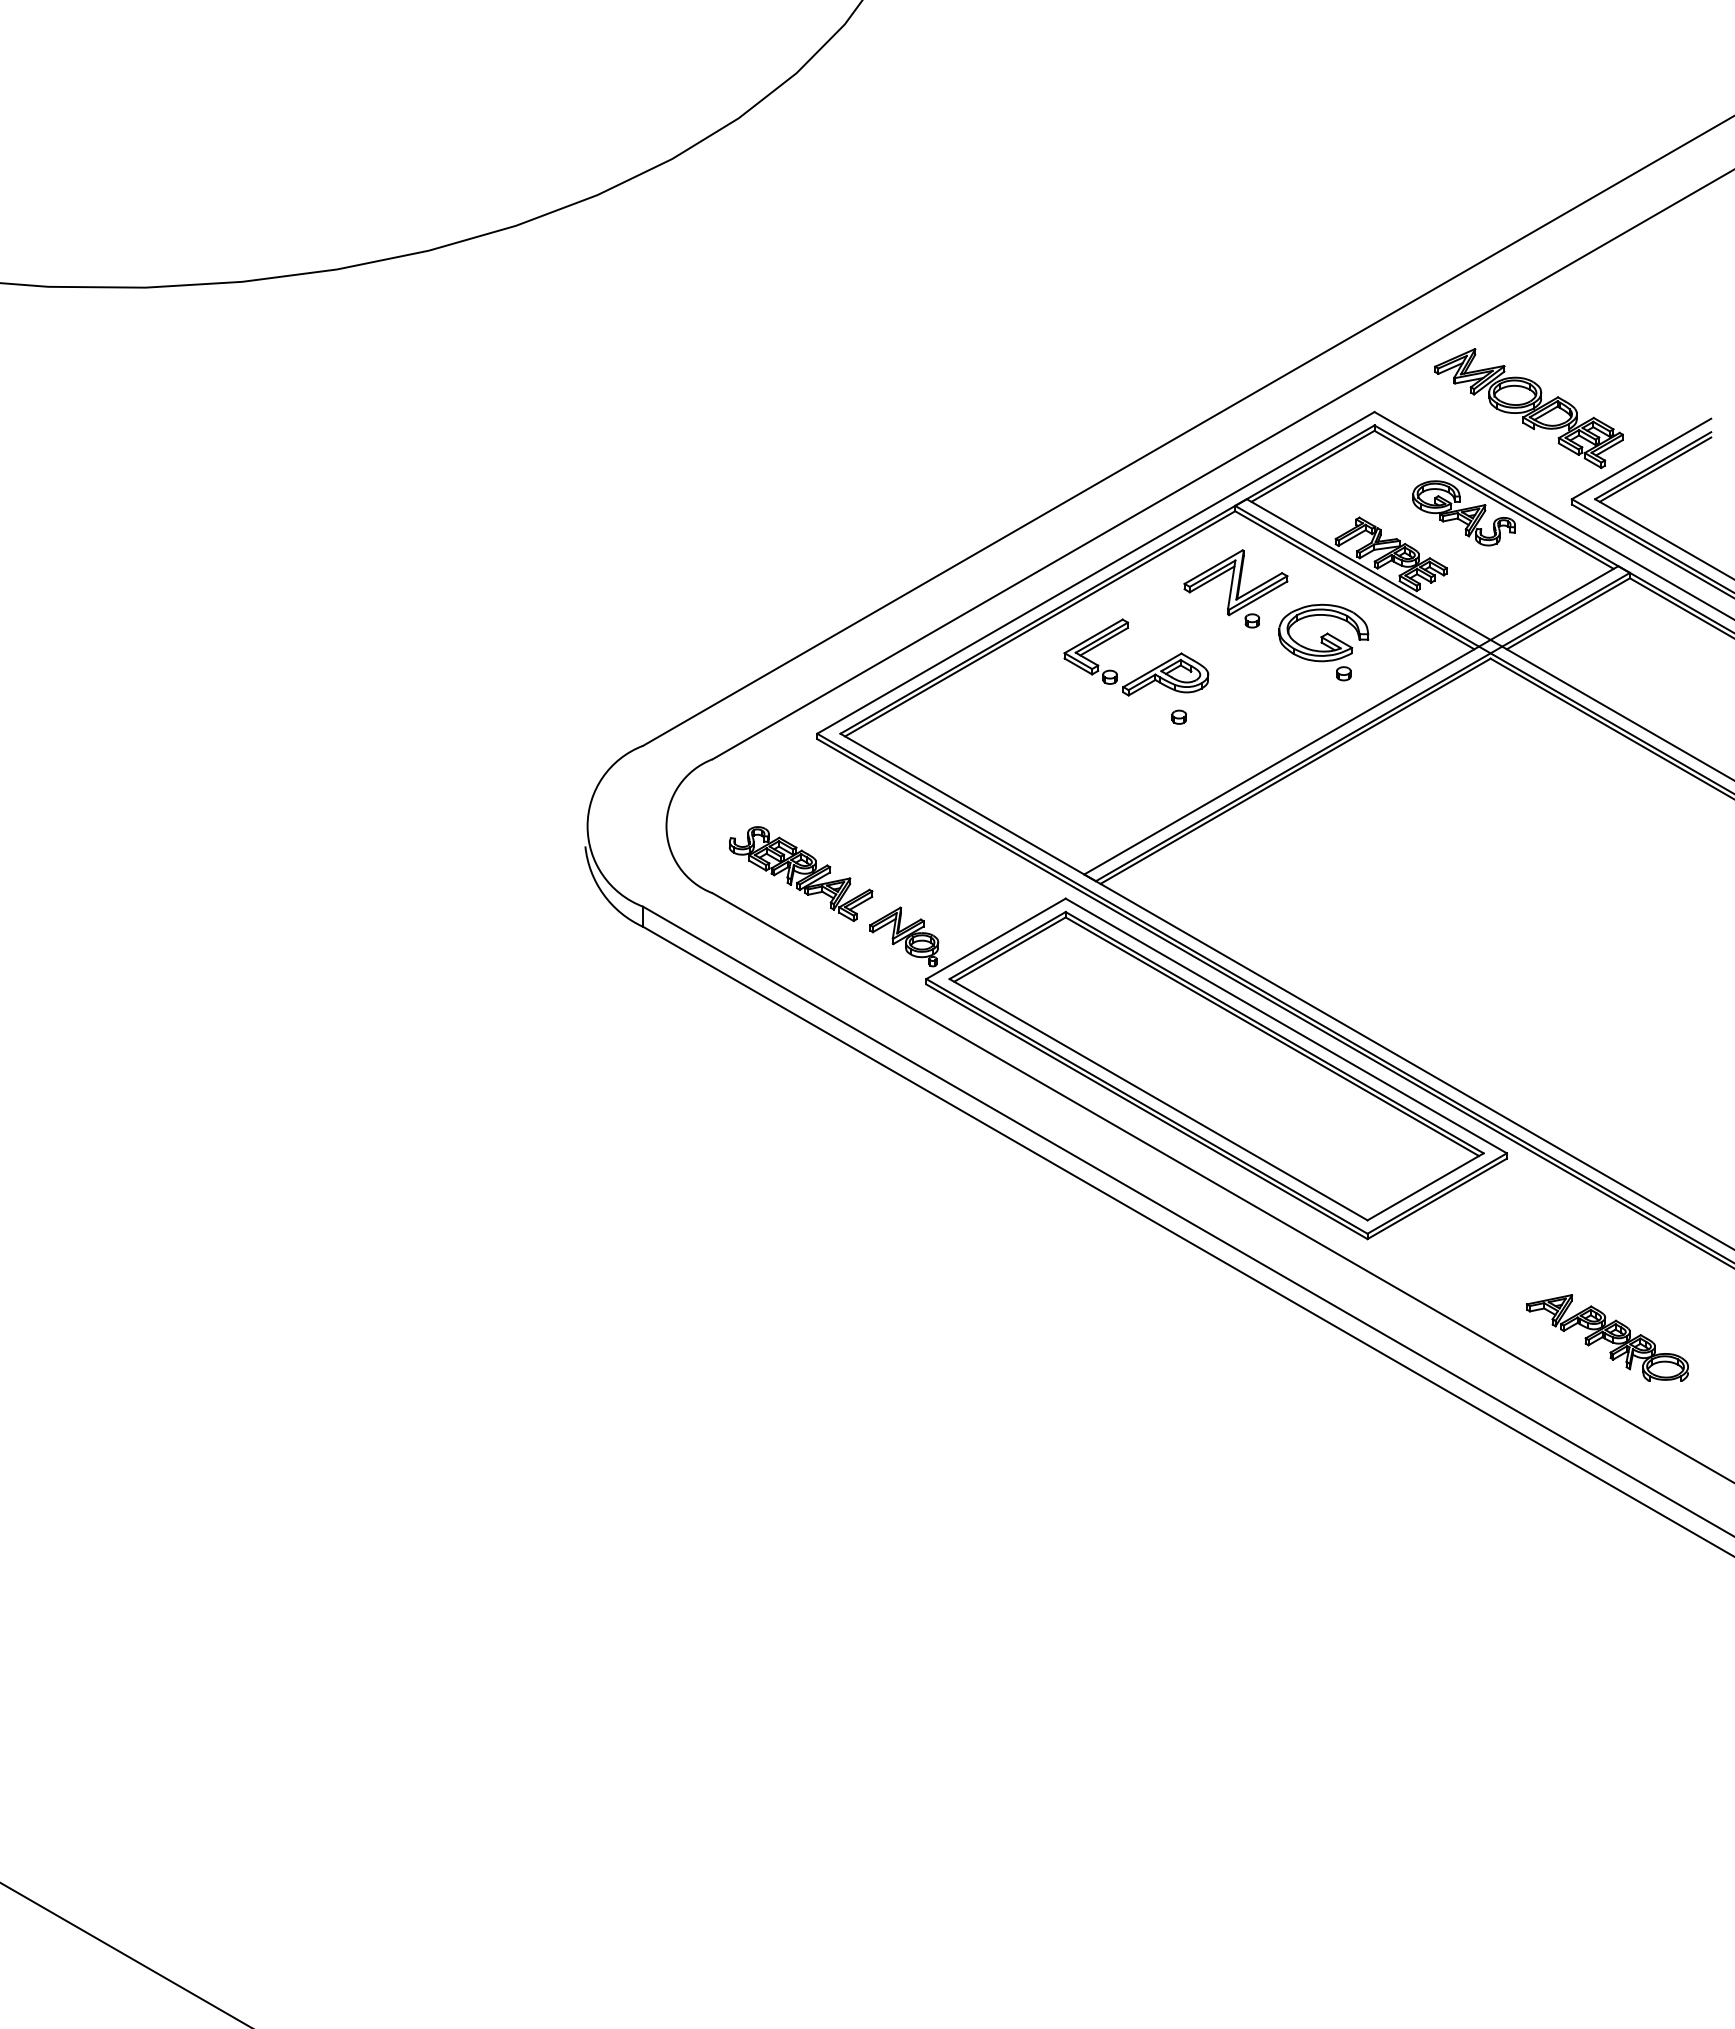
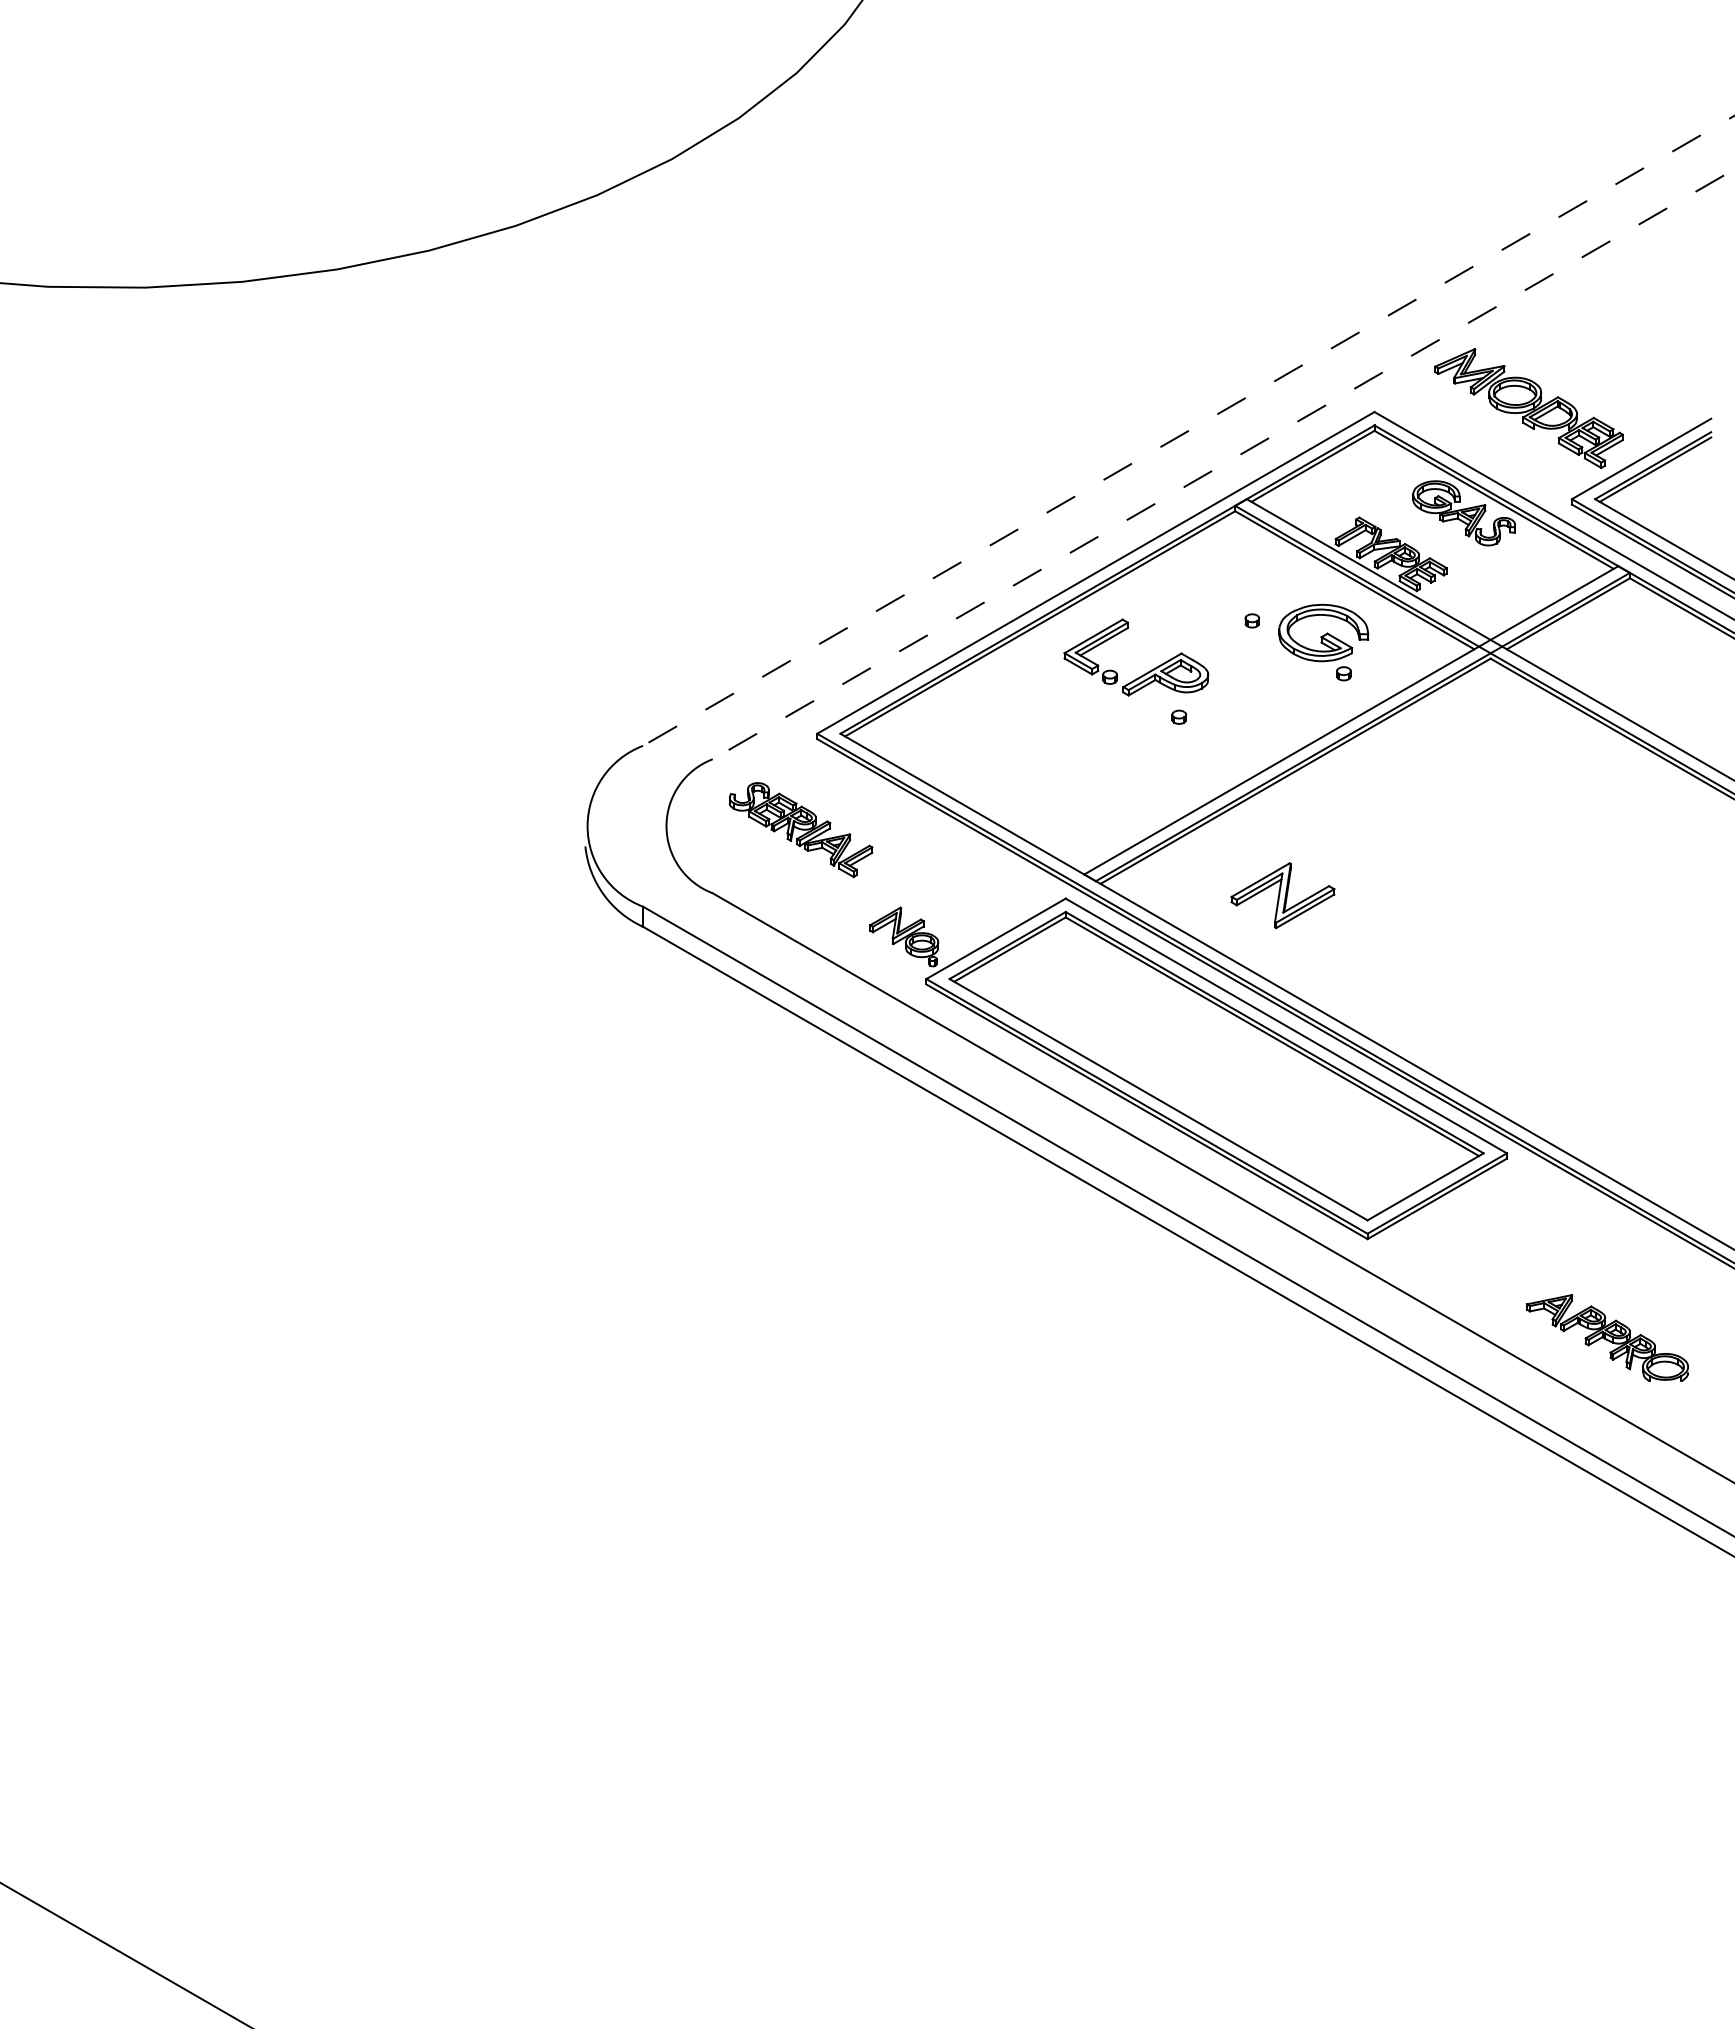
line at (1188, 430): solid -> dashed
line at (1223, 464): solid -> dashed
part at (1235, 582) position: (1235, 582) -> (1282, 895)
part at (800, 874) position: (800, 874) -> (800, 830)
